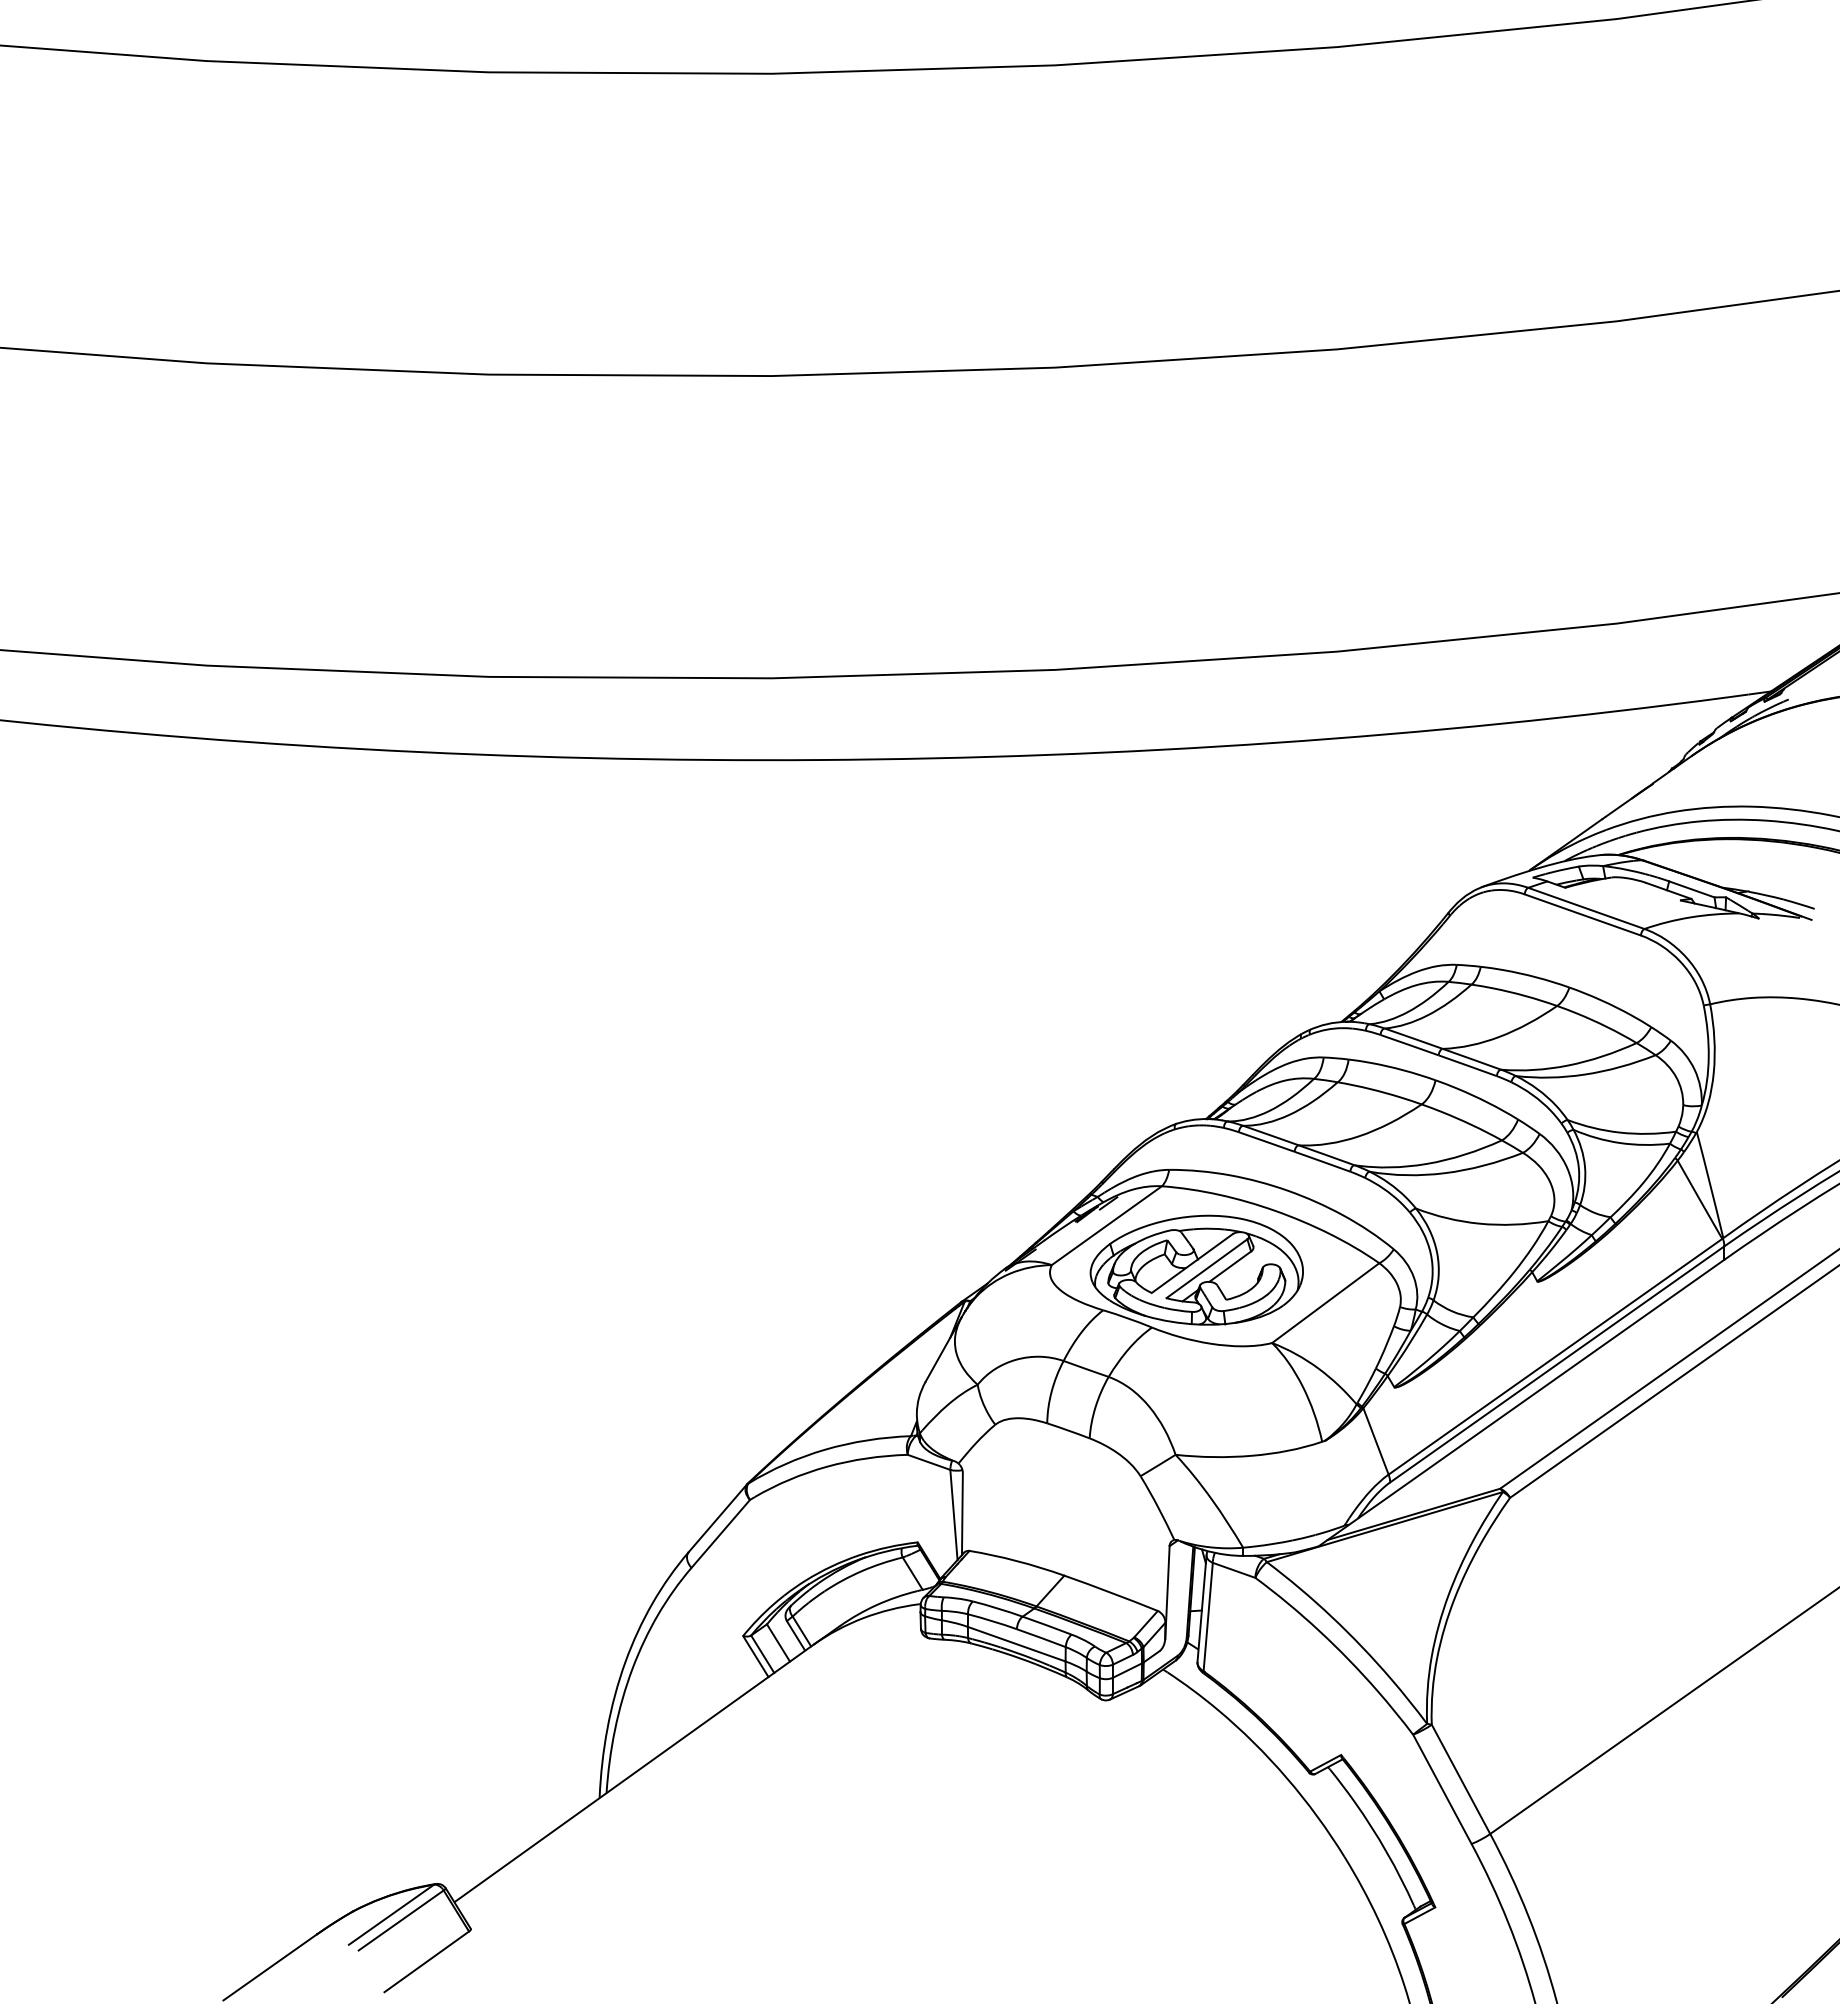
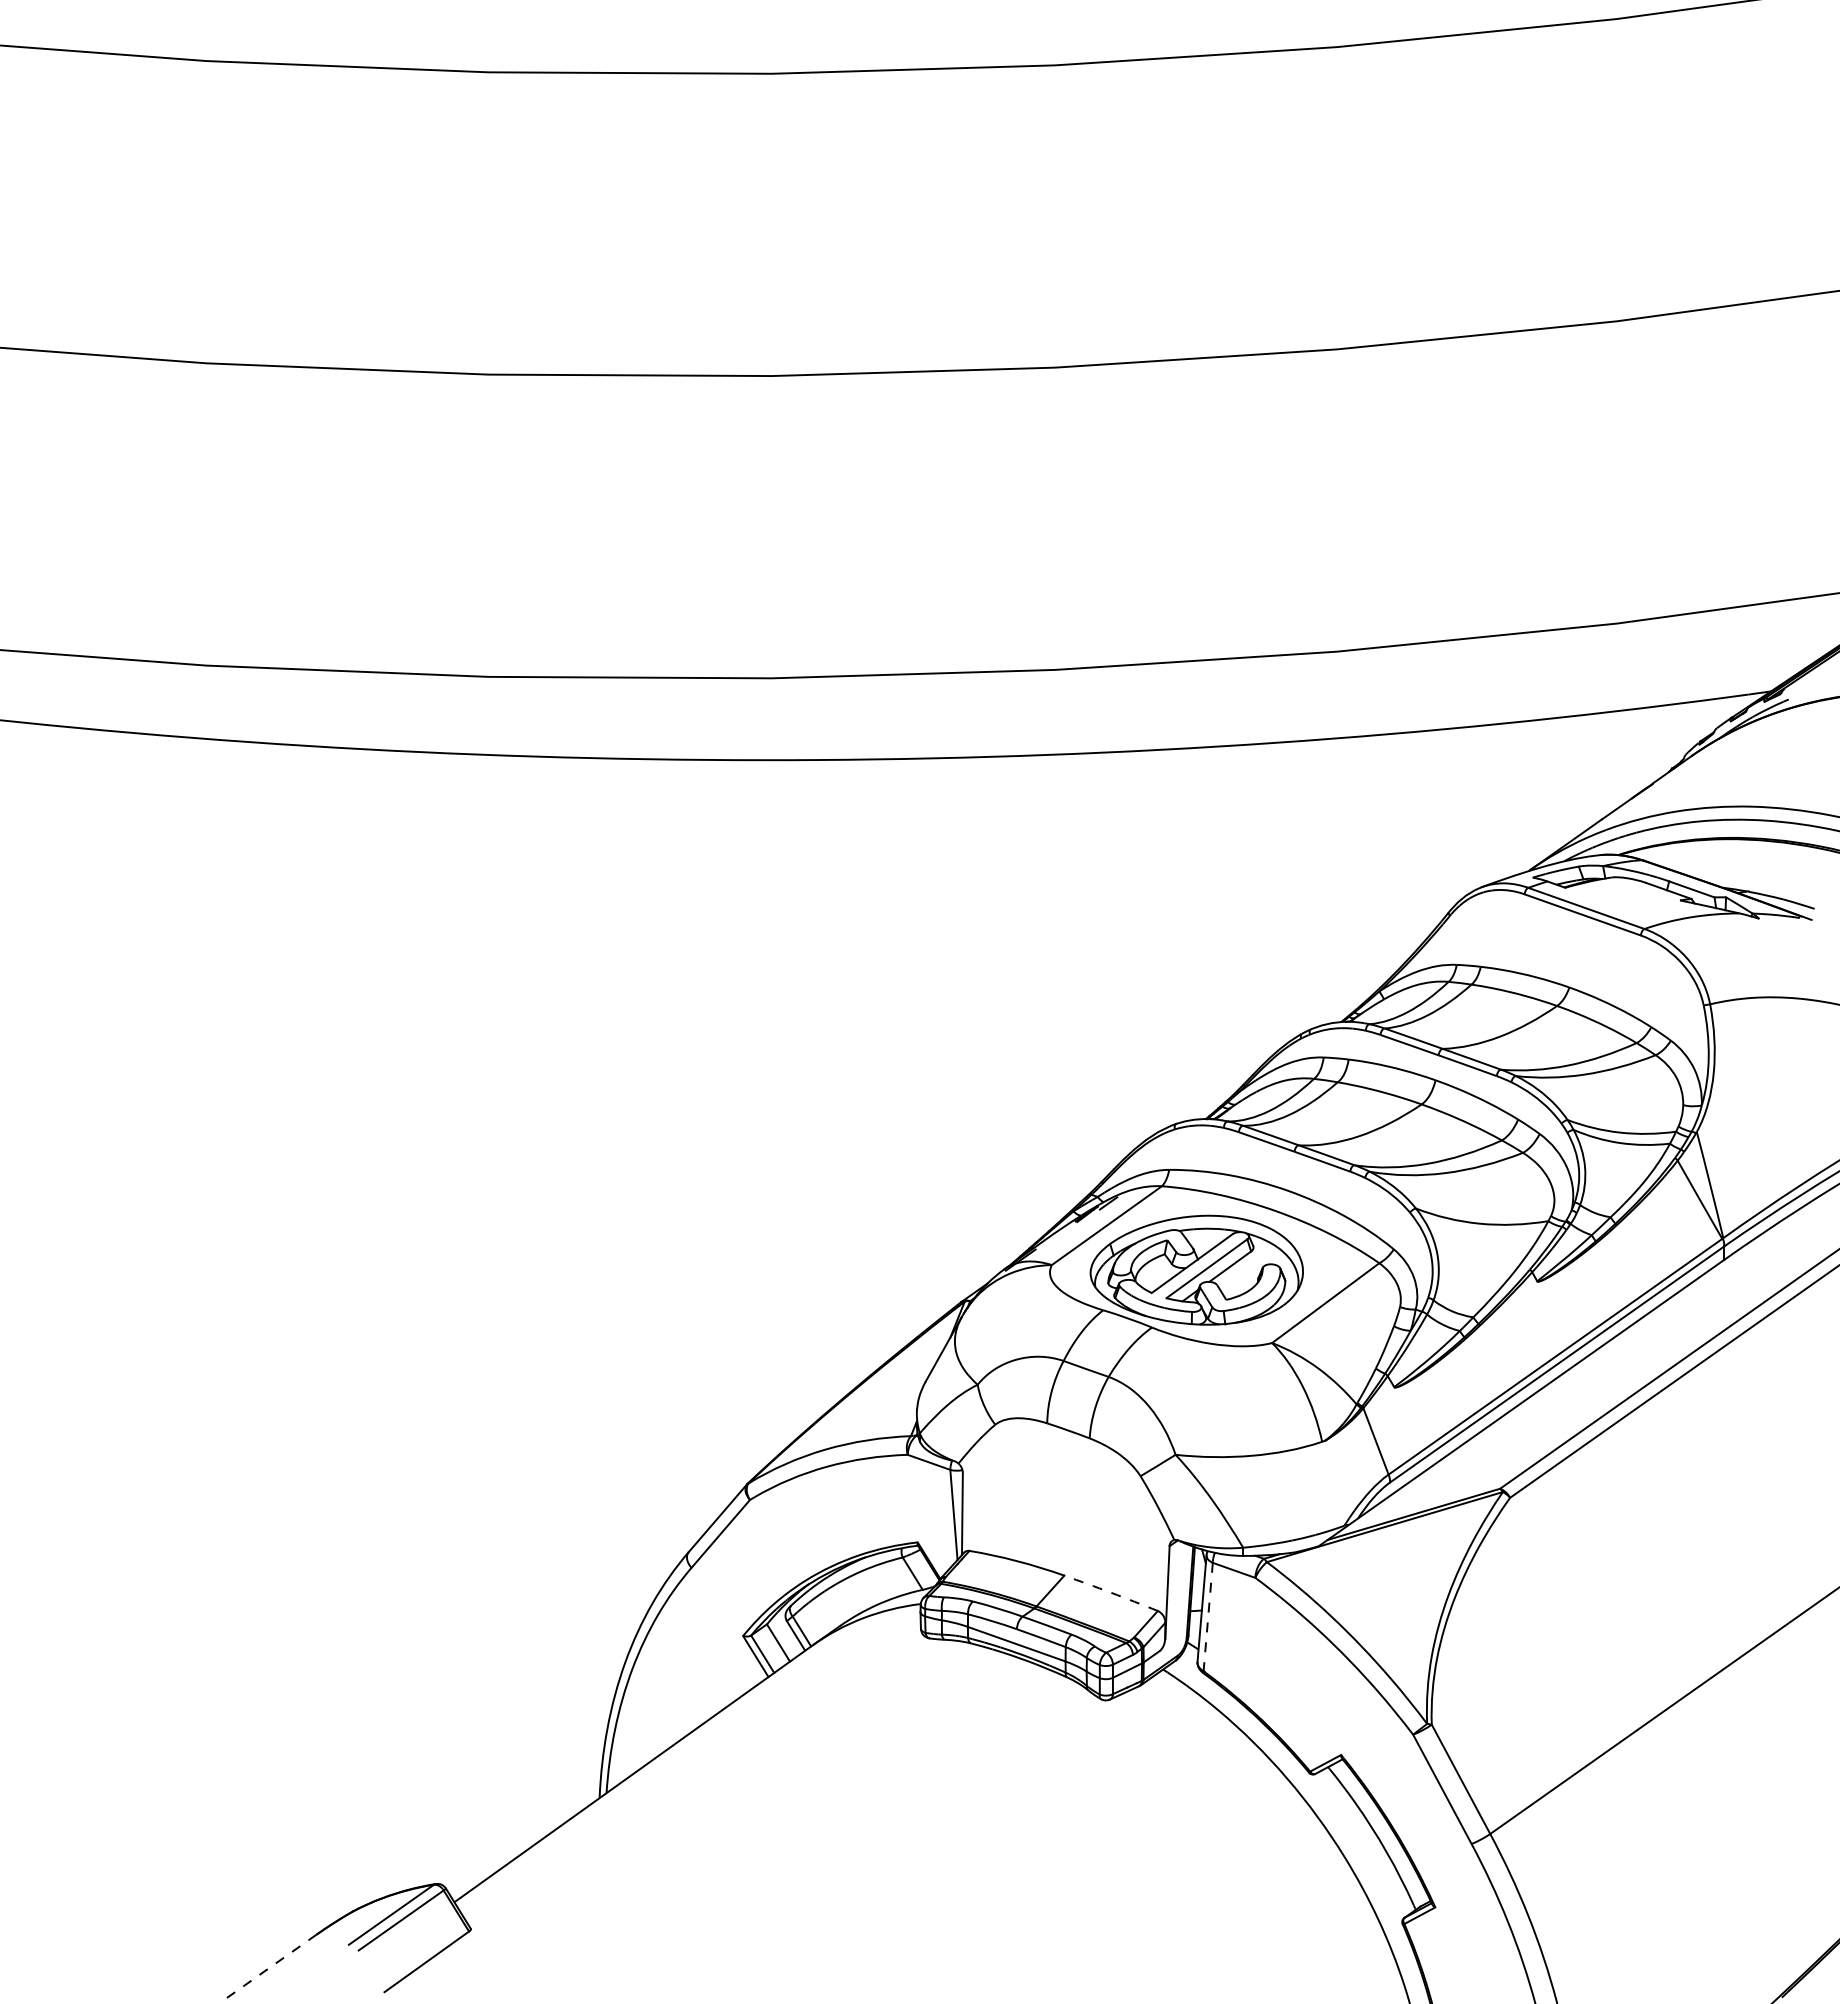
arc at (1111, 1592): solid -> dashed
line at (1208, 1617): solid -> dashed
line at (269, 1967): solid -> dashed
